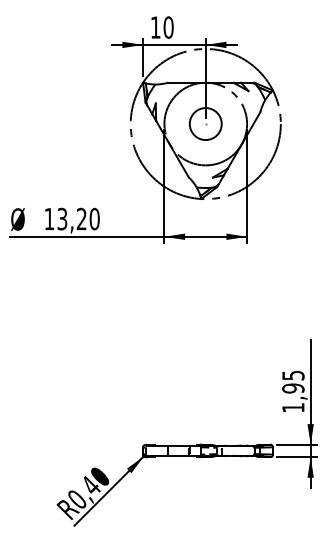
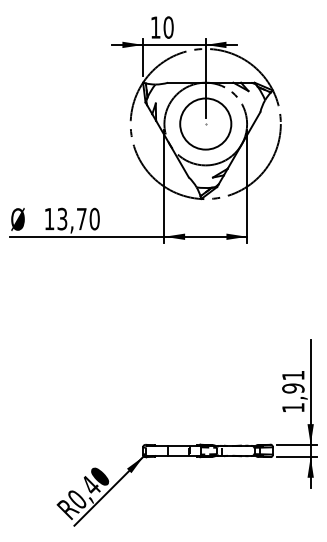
circle at (205, 124) diameter: 32 px -> 51 px
text at (81, 218): 13,20 -> 13,70
text at (293, 375): 1,95 -> 1,91
